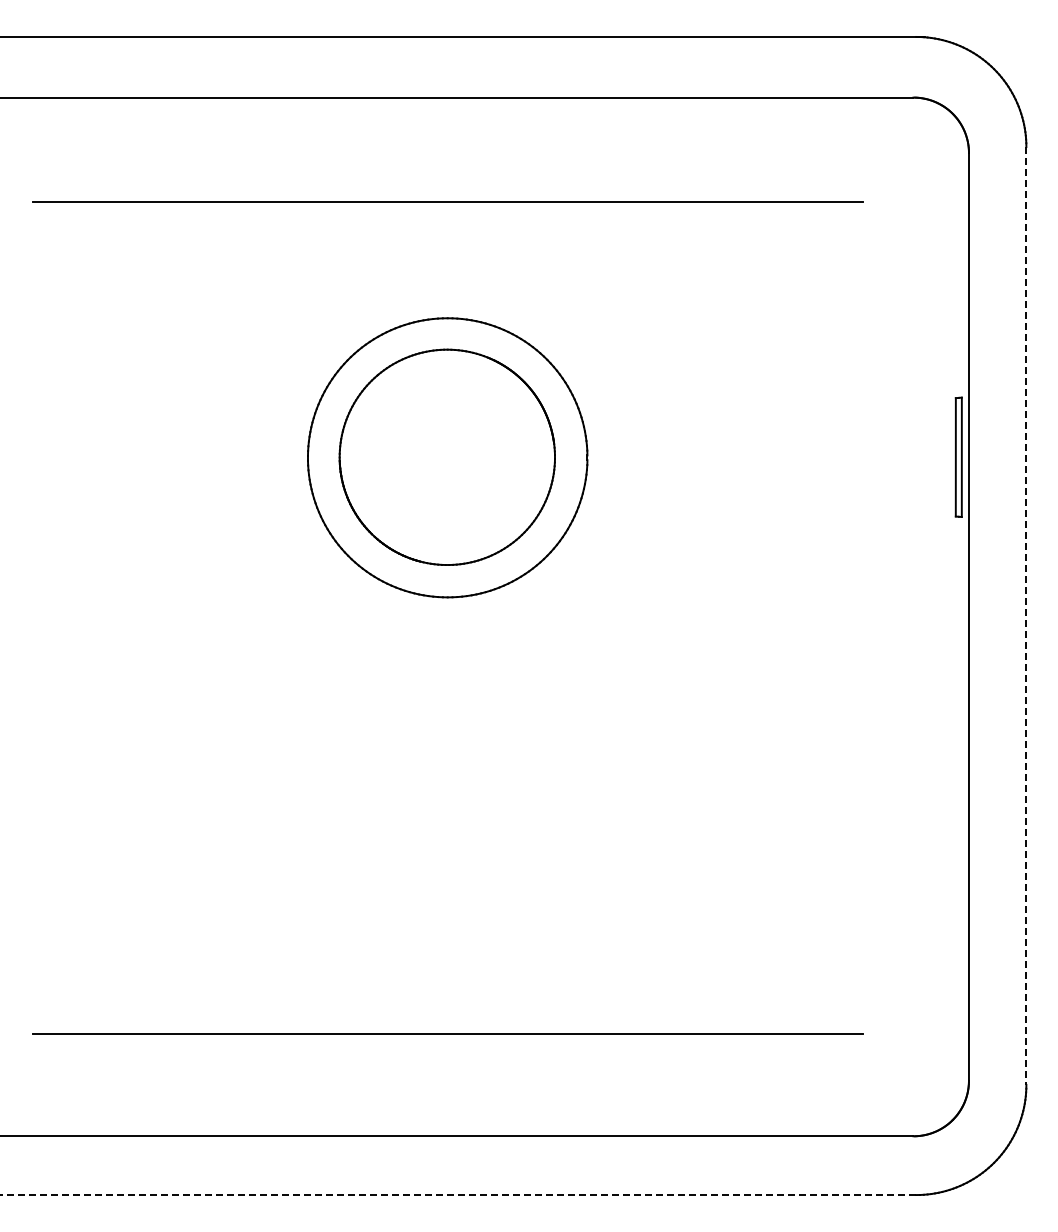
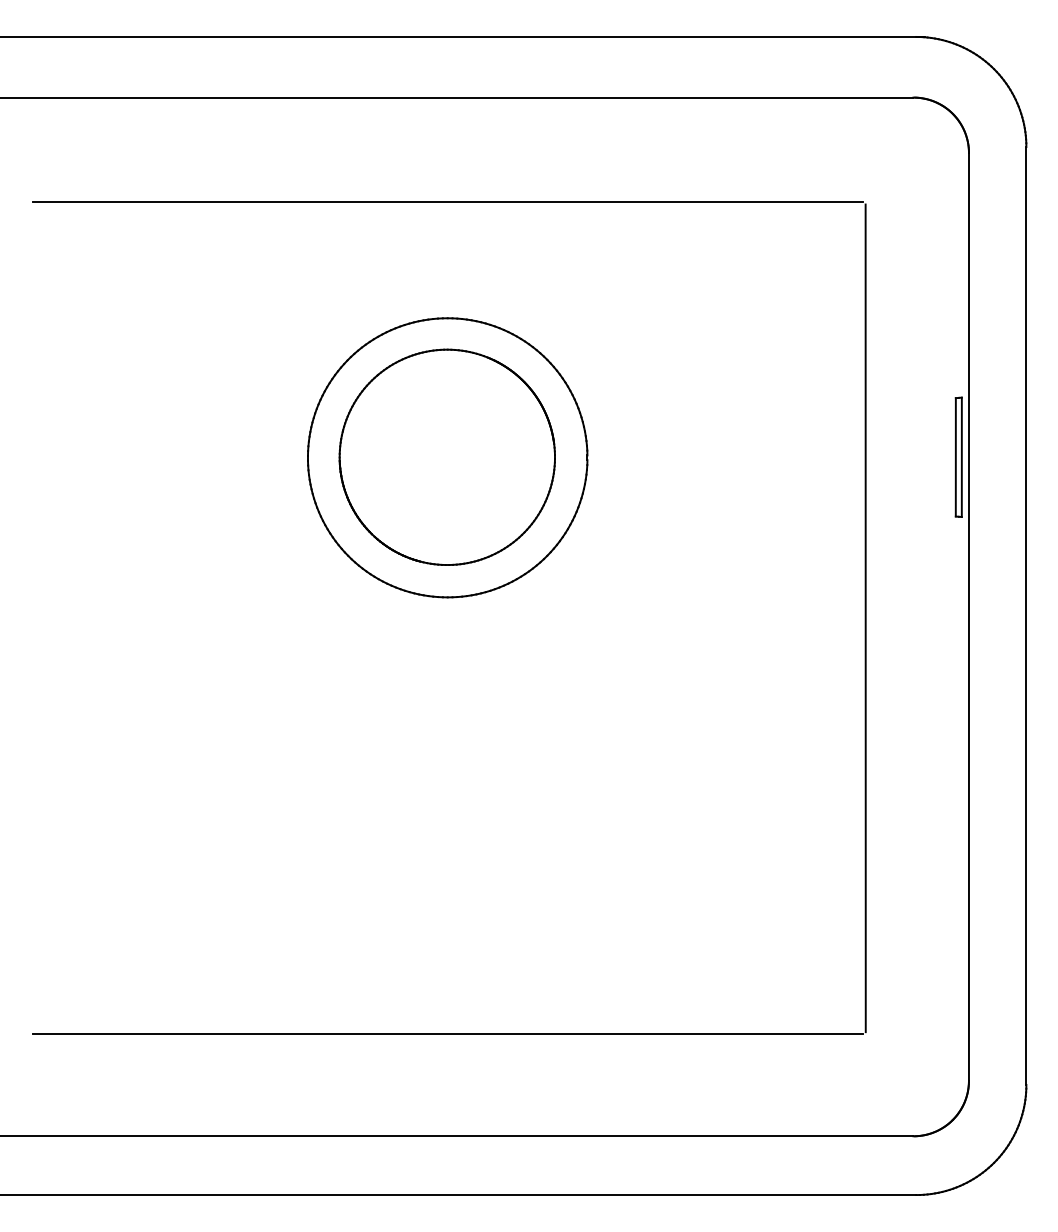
line at (1026, 615): dashed -> solid
line at (865, 618): none -> present
line at (458, 1195): dashed -> solid
